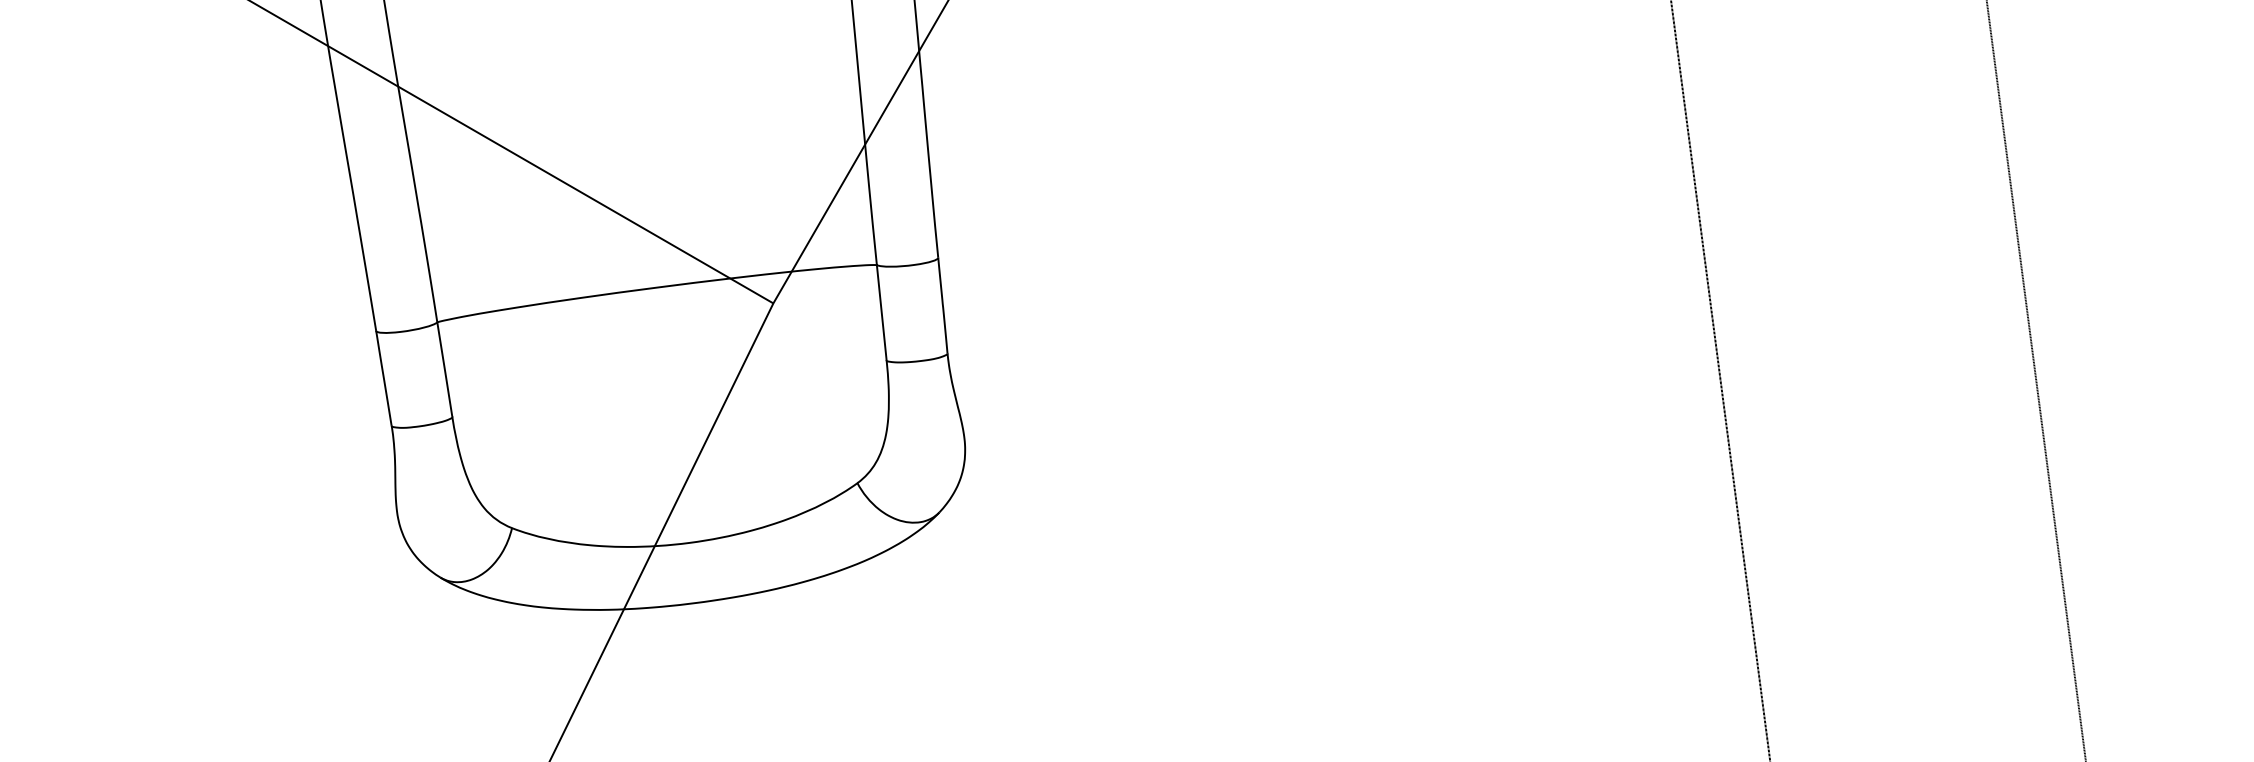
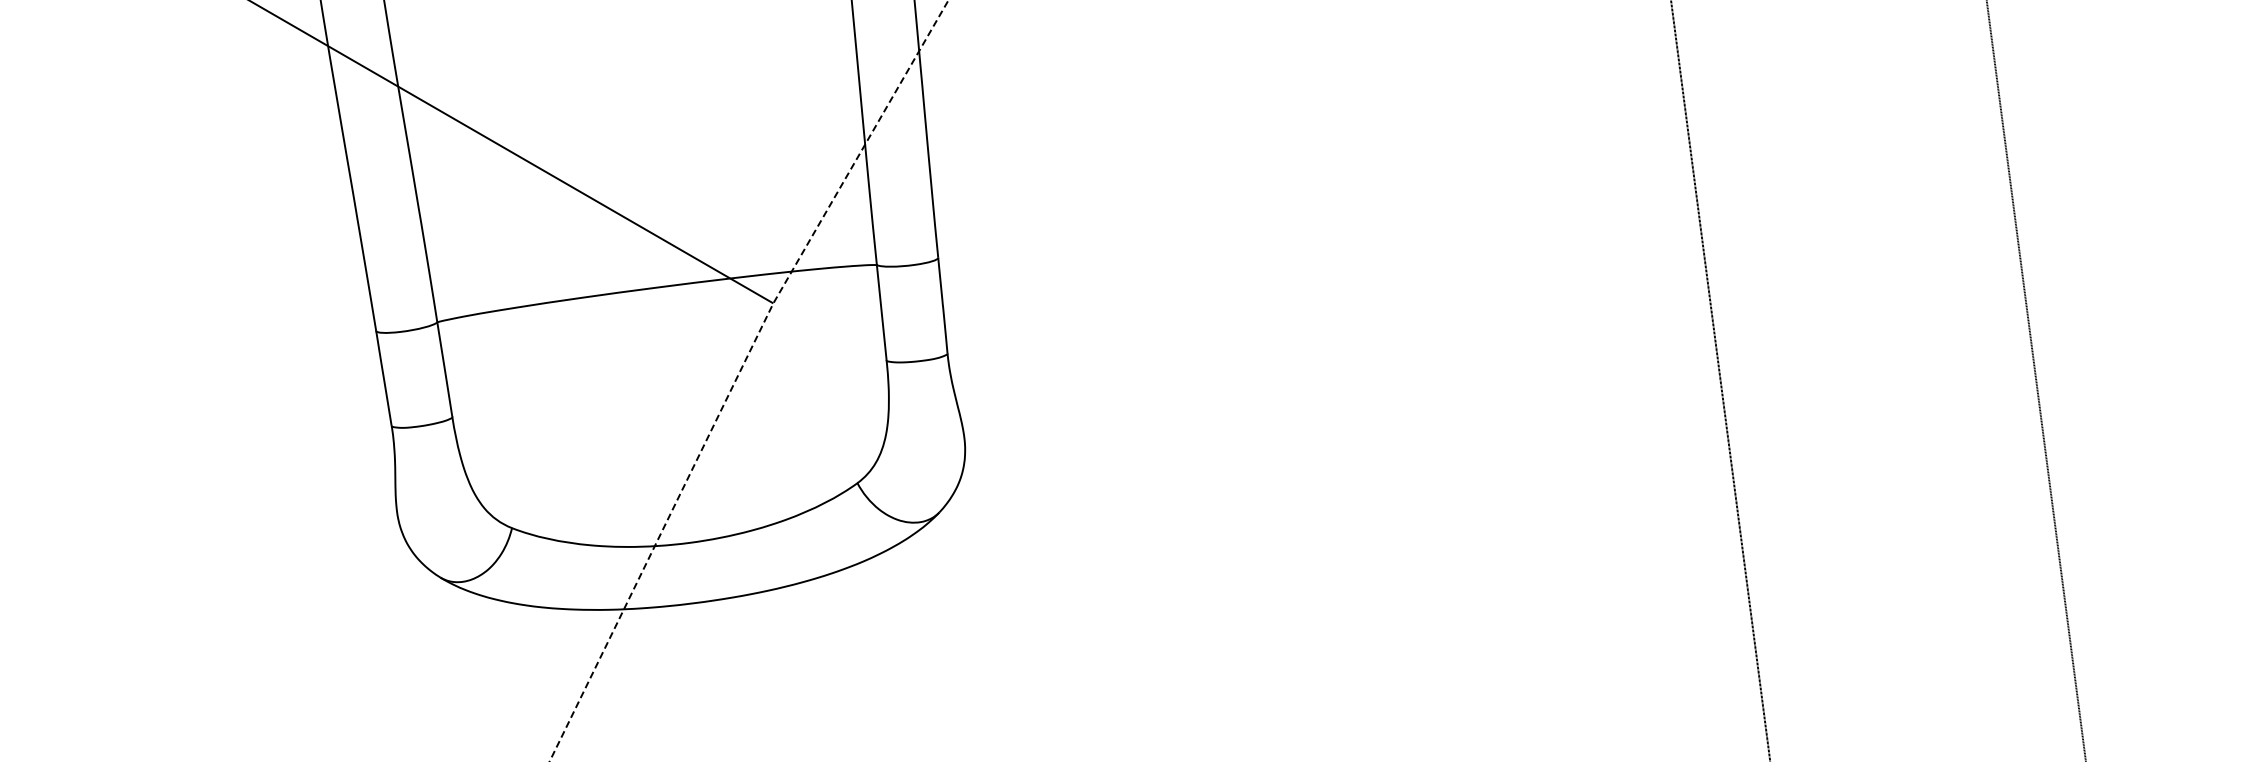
line at (738, 374): solid -> dashed
